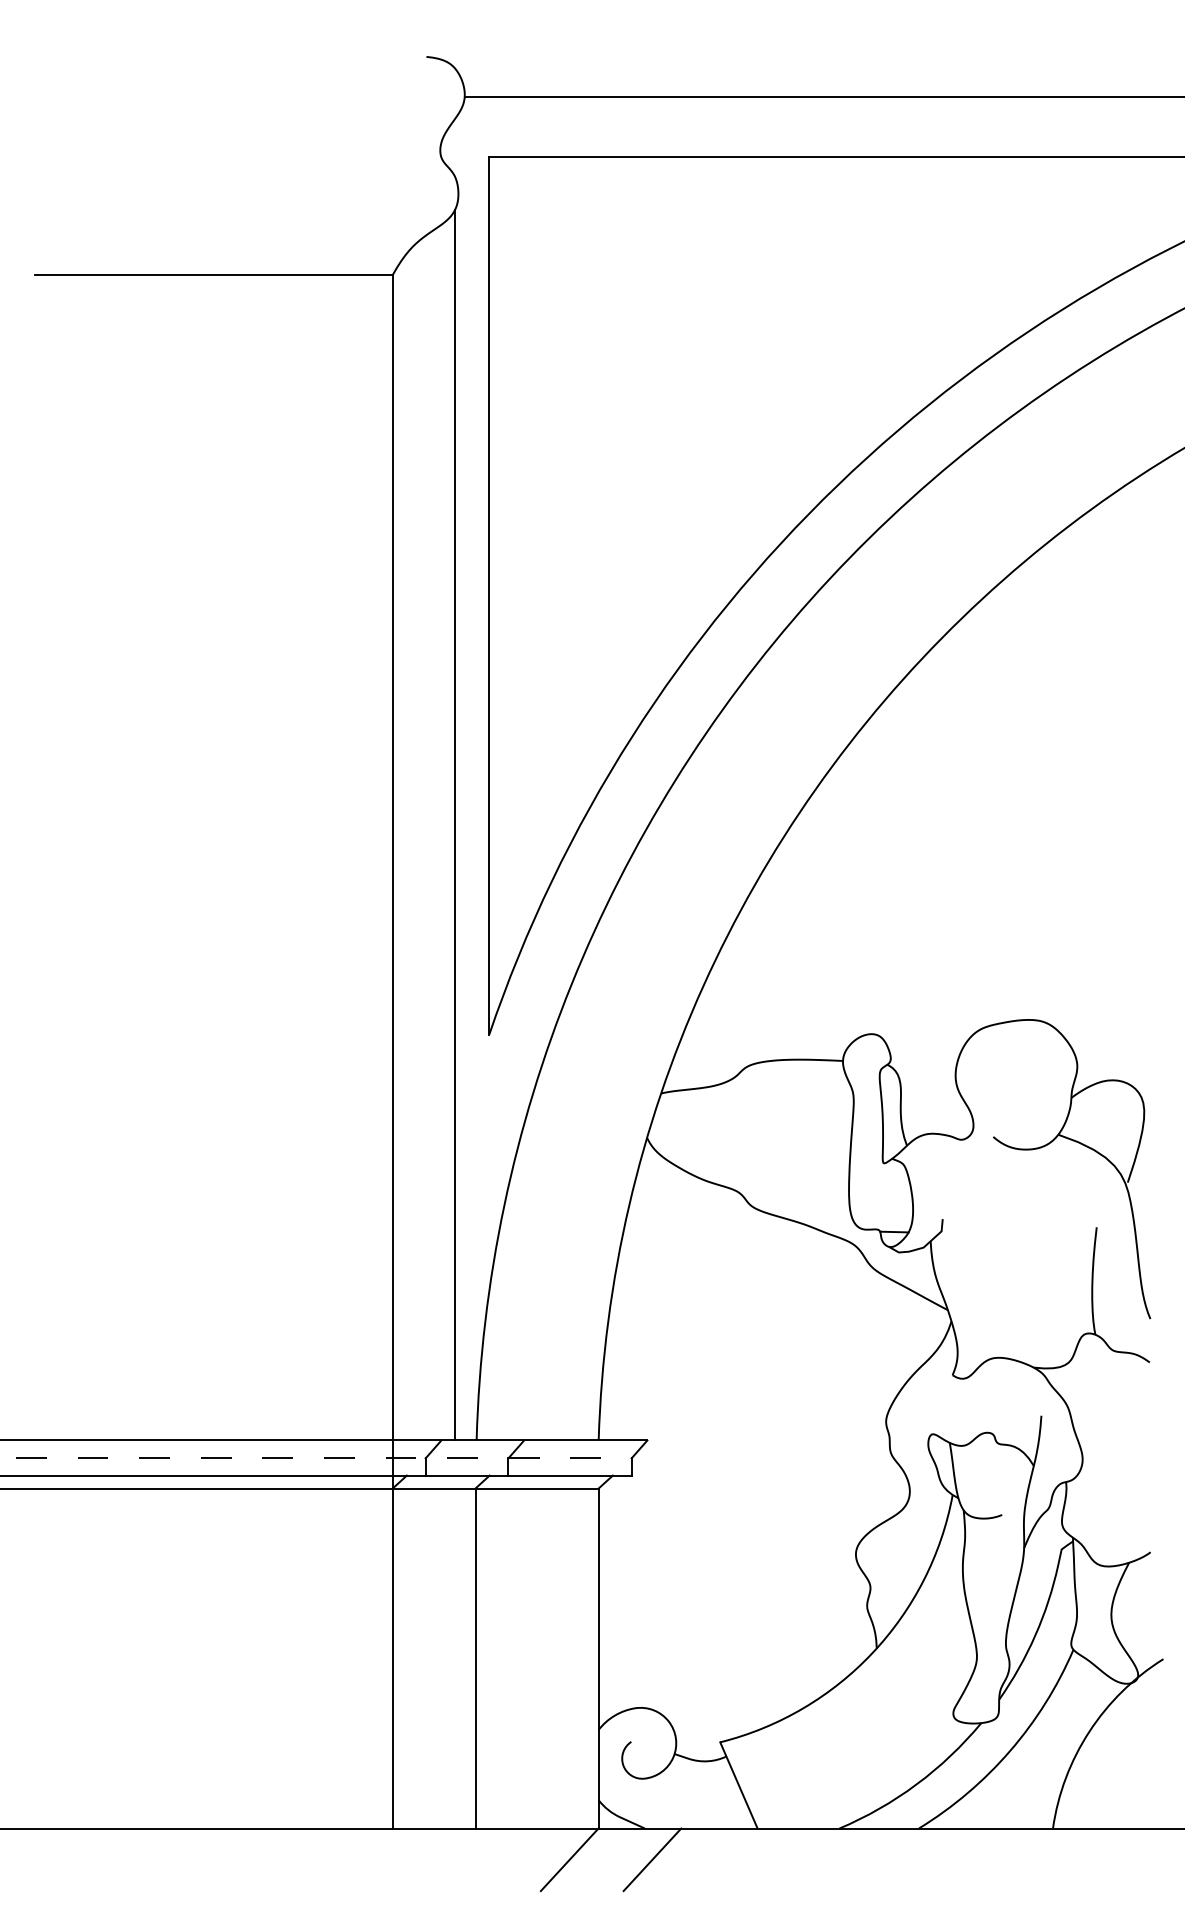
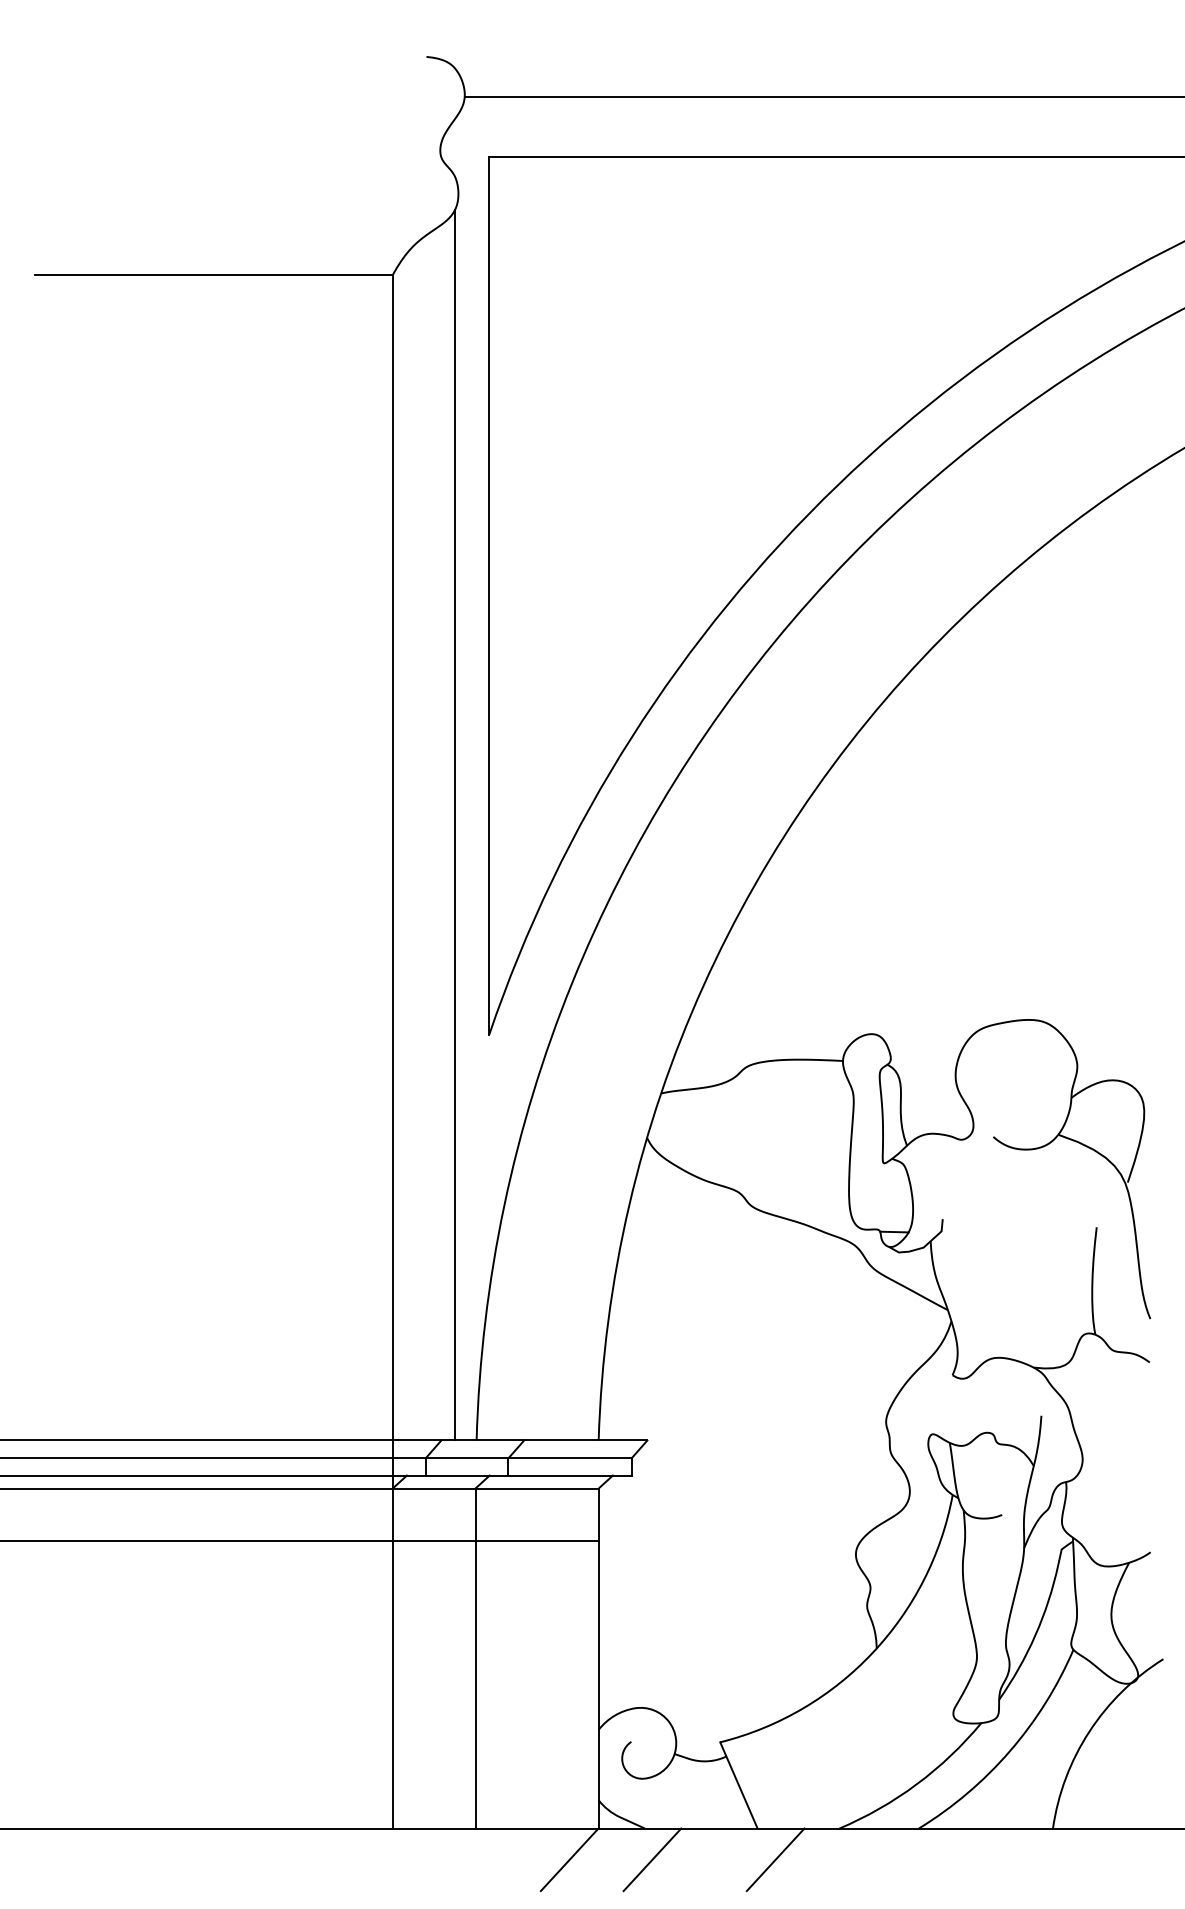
line at (316, 1458): dashed -> solid
line at (300, 1540): none -> present
line at (775, 1859): none -> present
